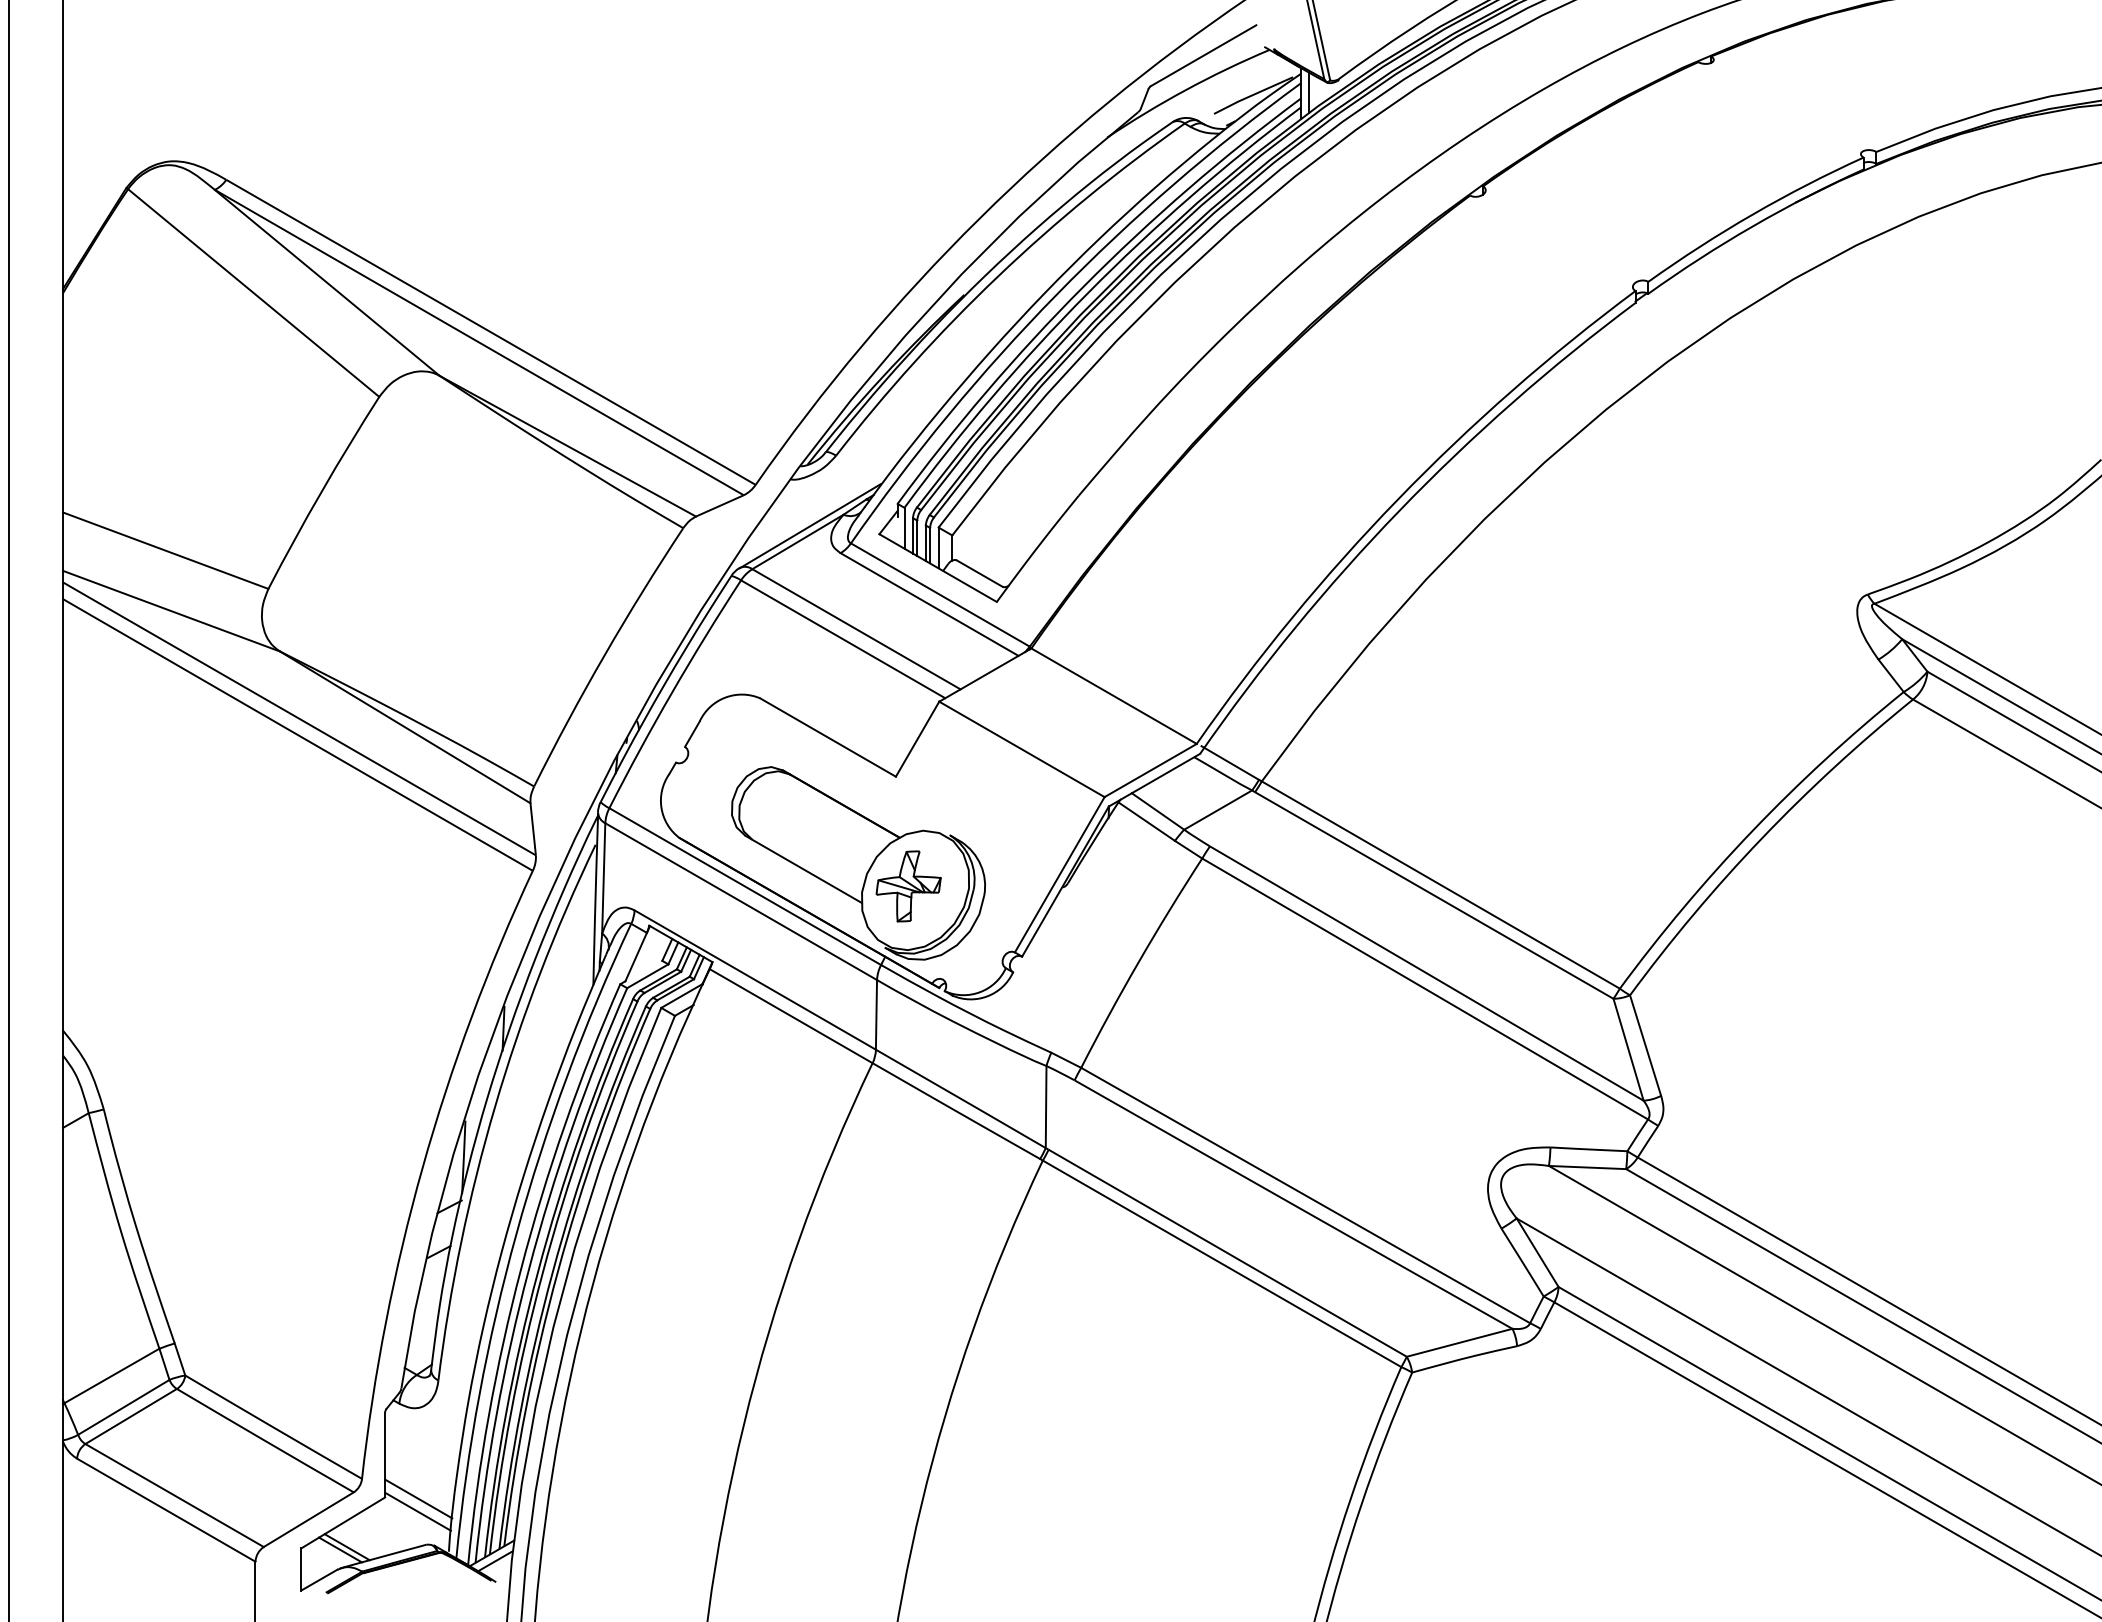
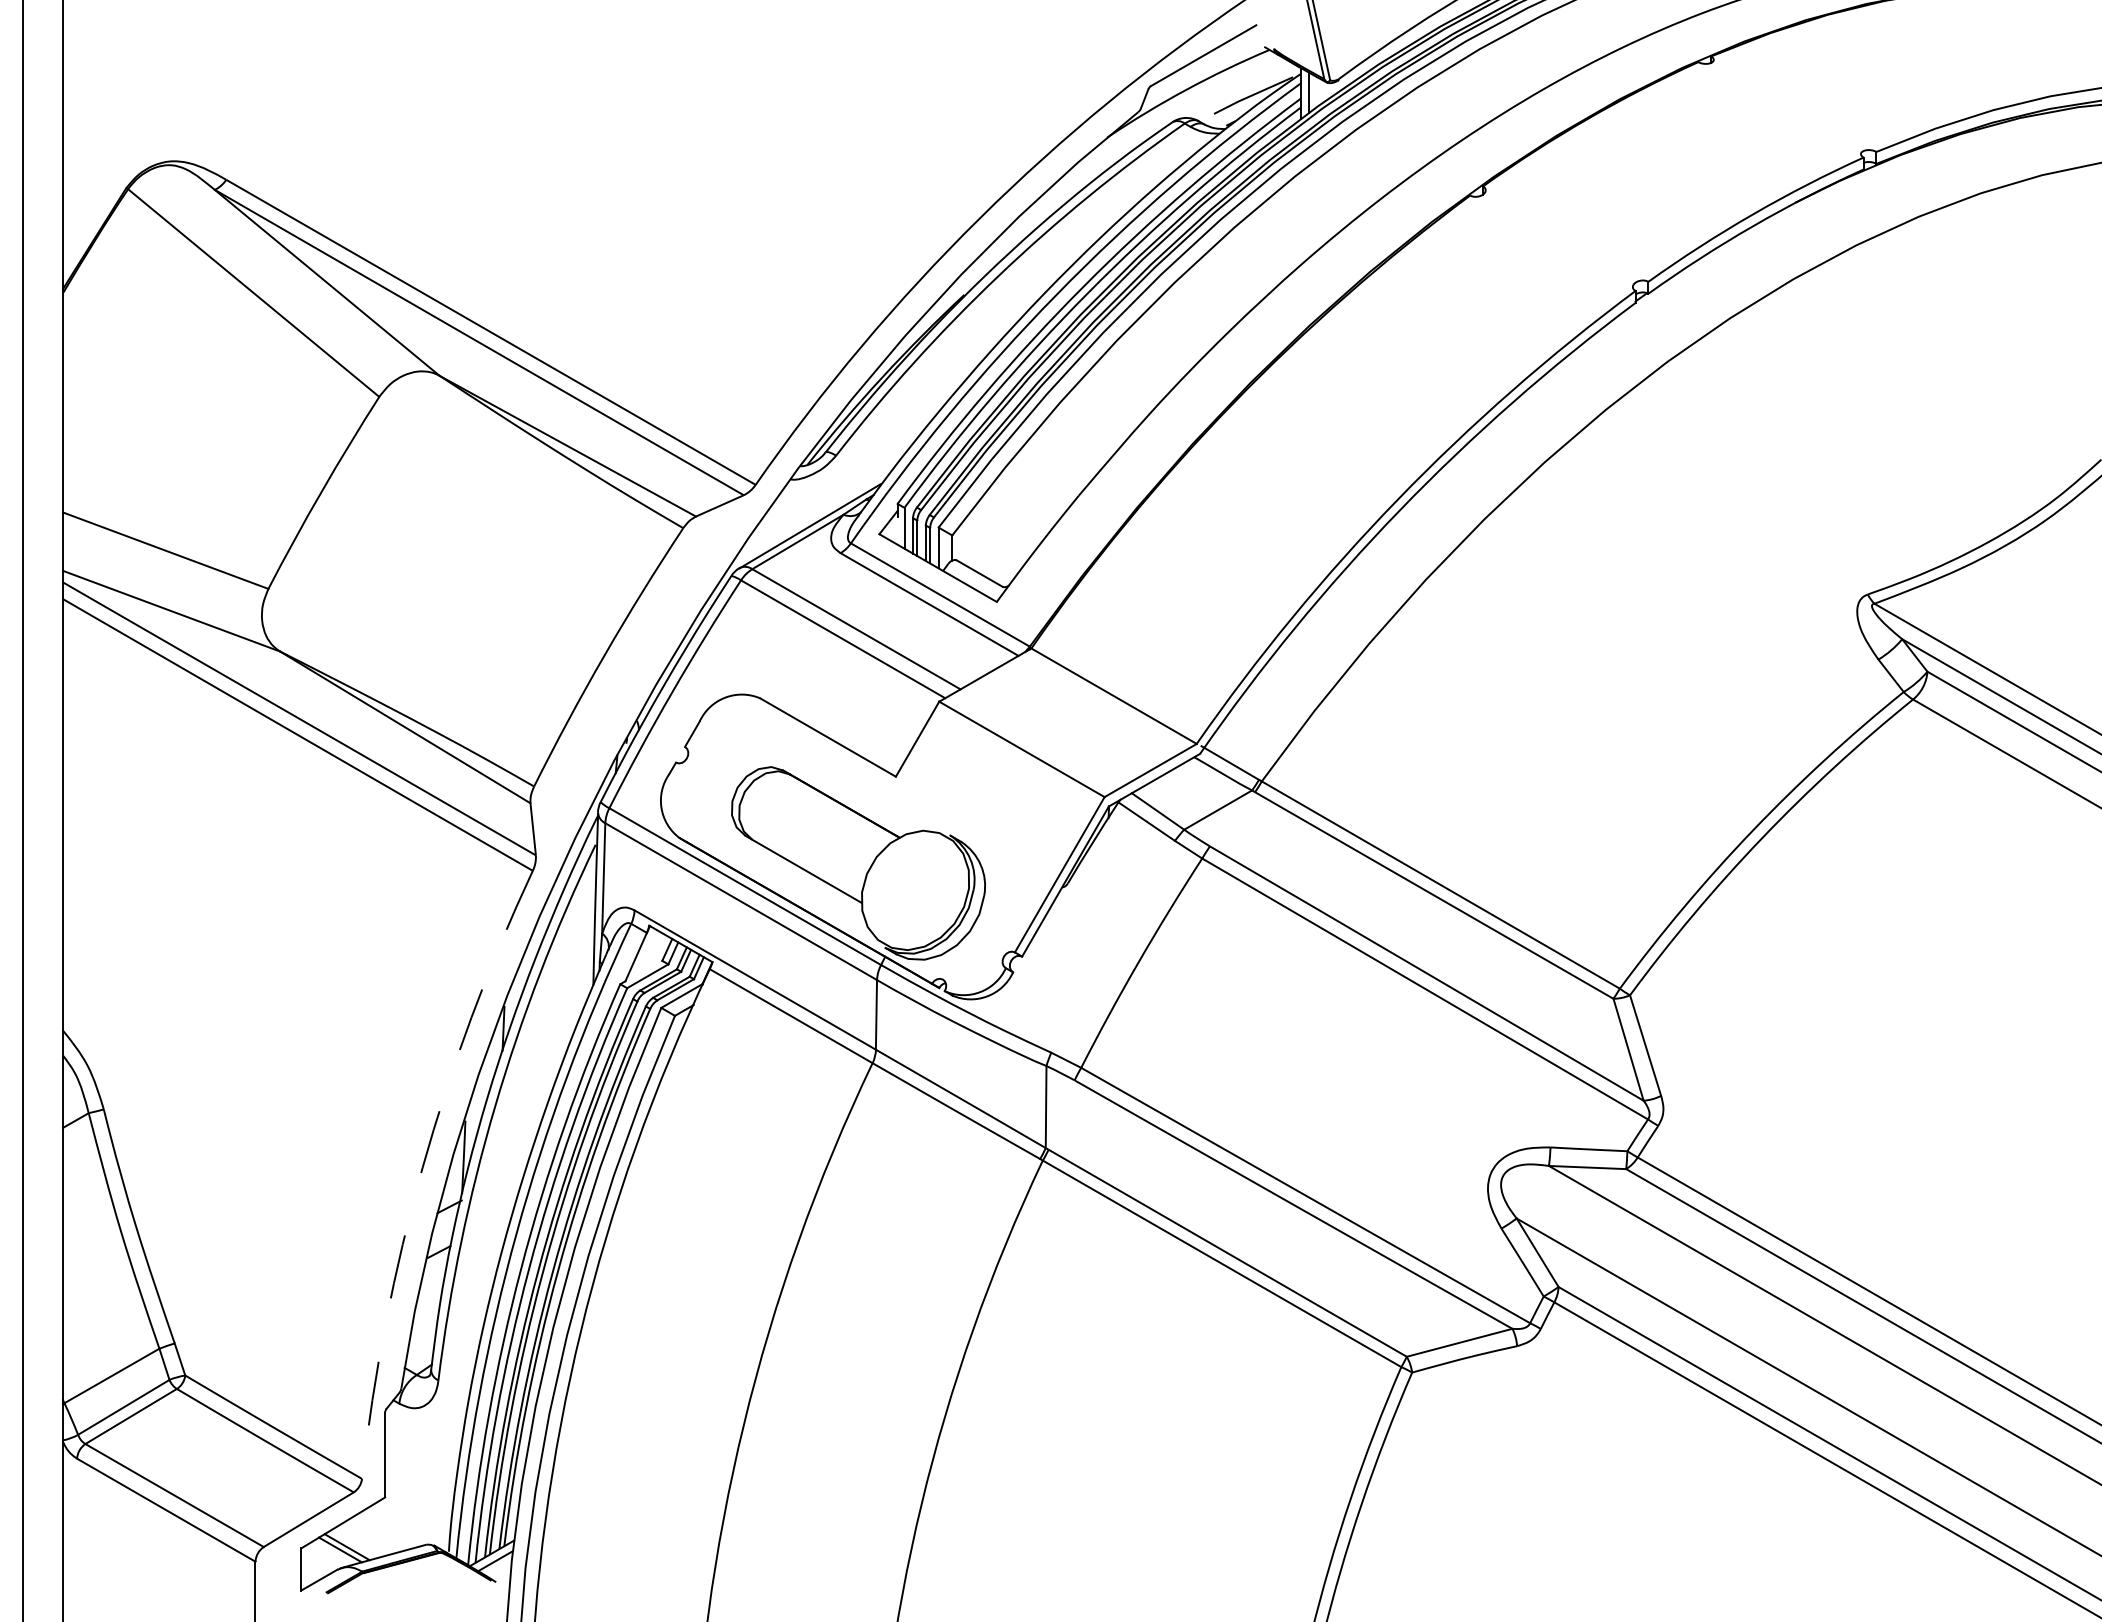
line at (9, 810) position: (9, 810) -> (23, 810)
part at (908, 886): present -> none
arc at (422, 1167): solid -> dashed
line at (418, 1498): present -> none
line at (417, 1511): present -> none
